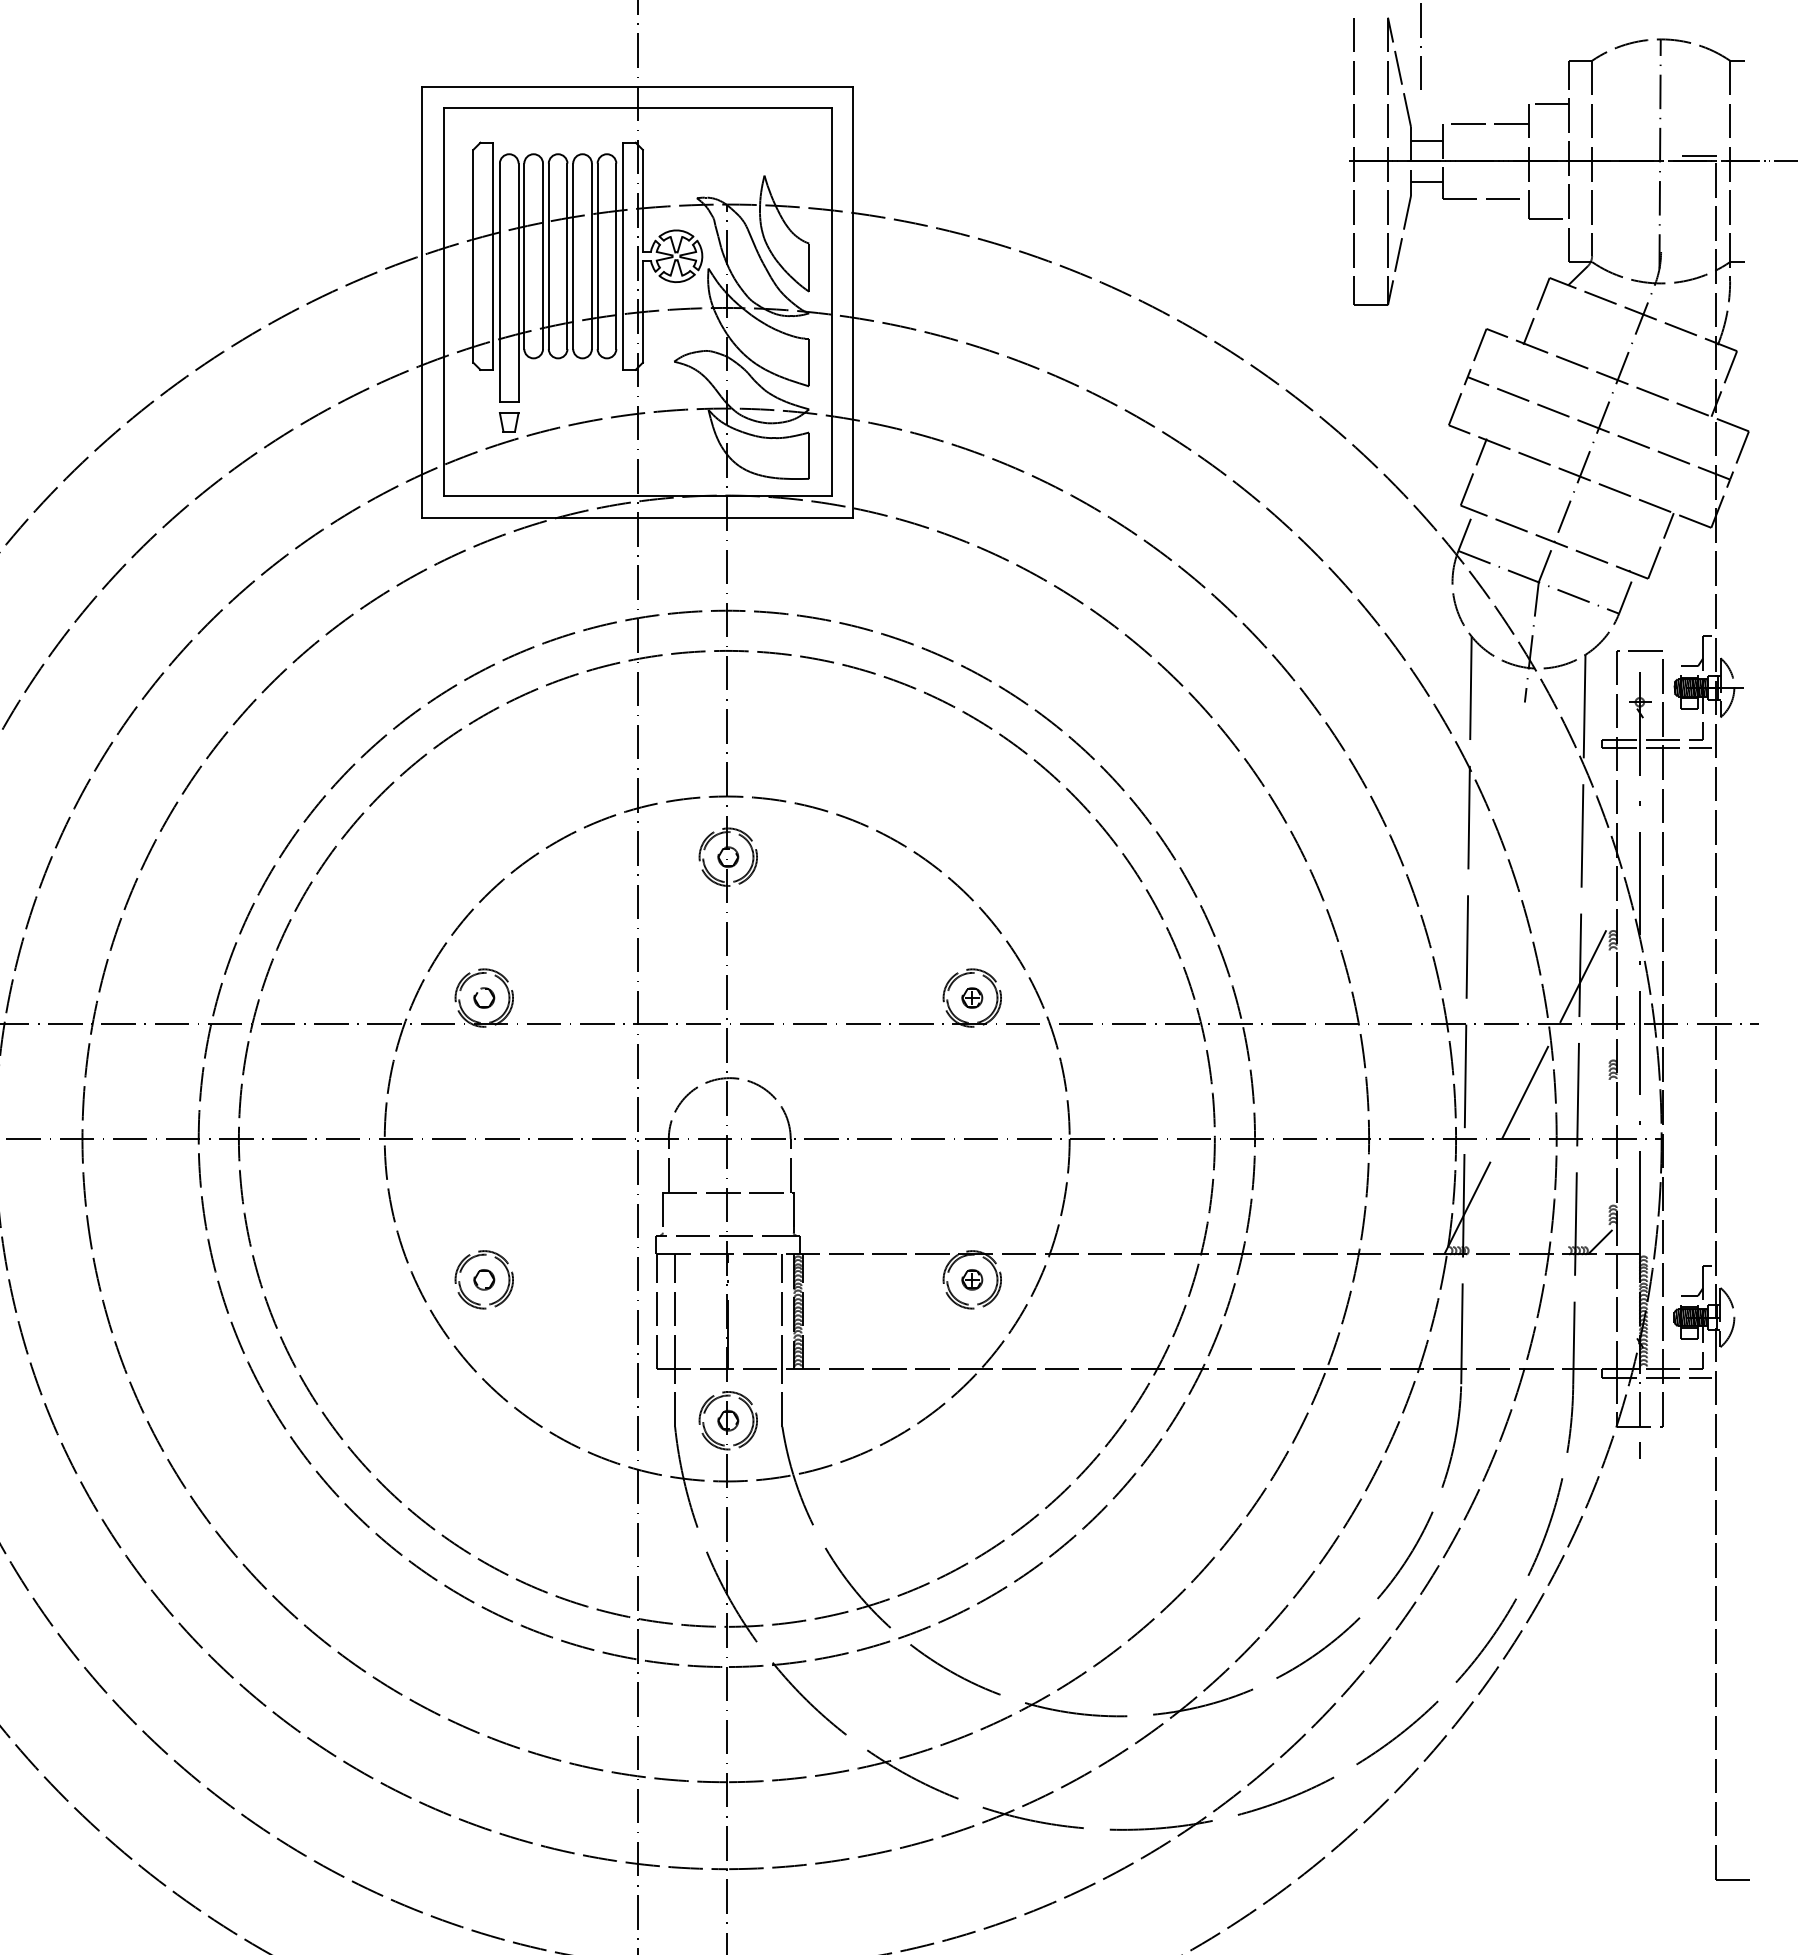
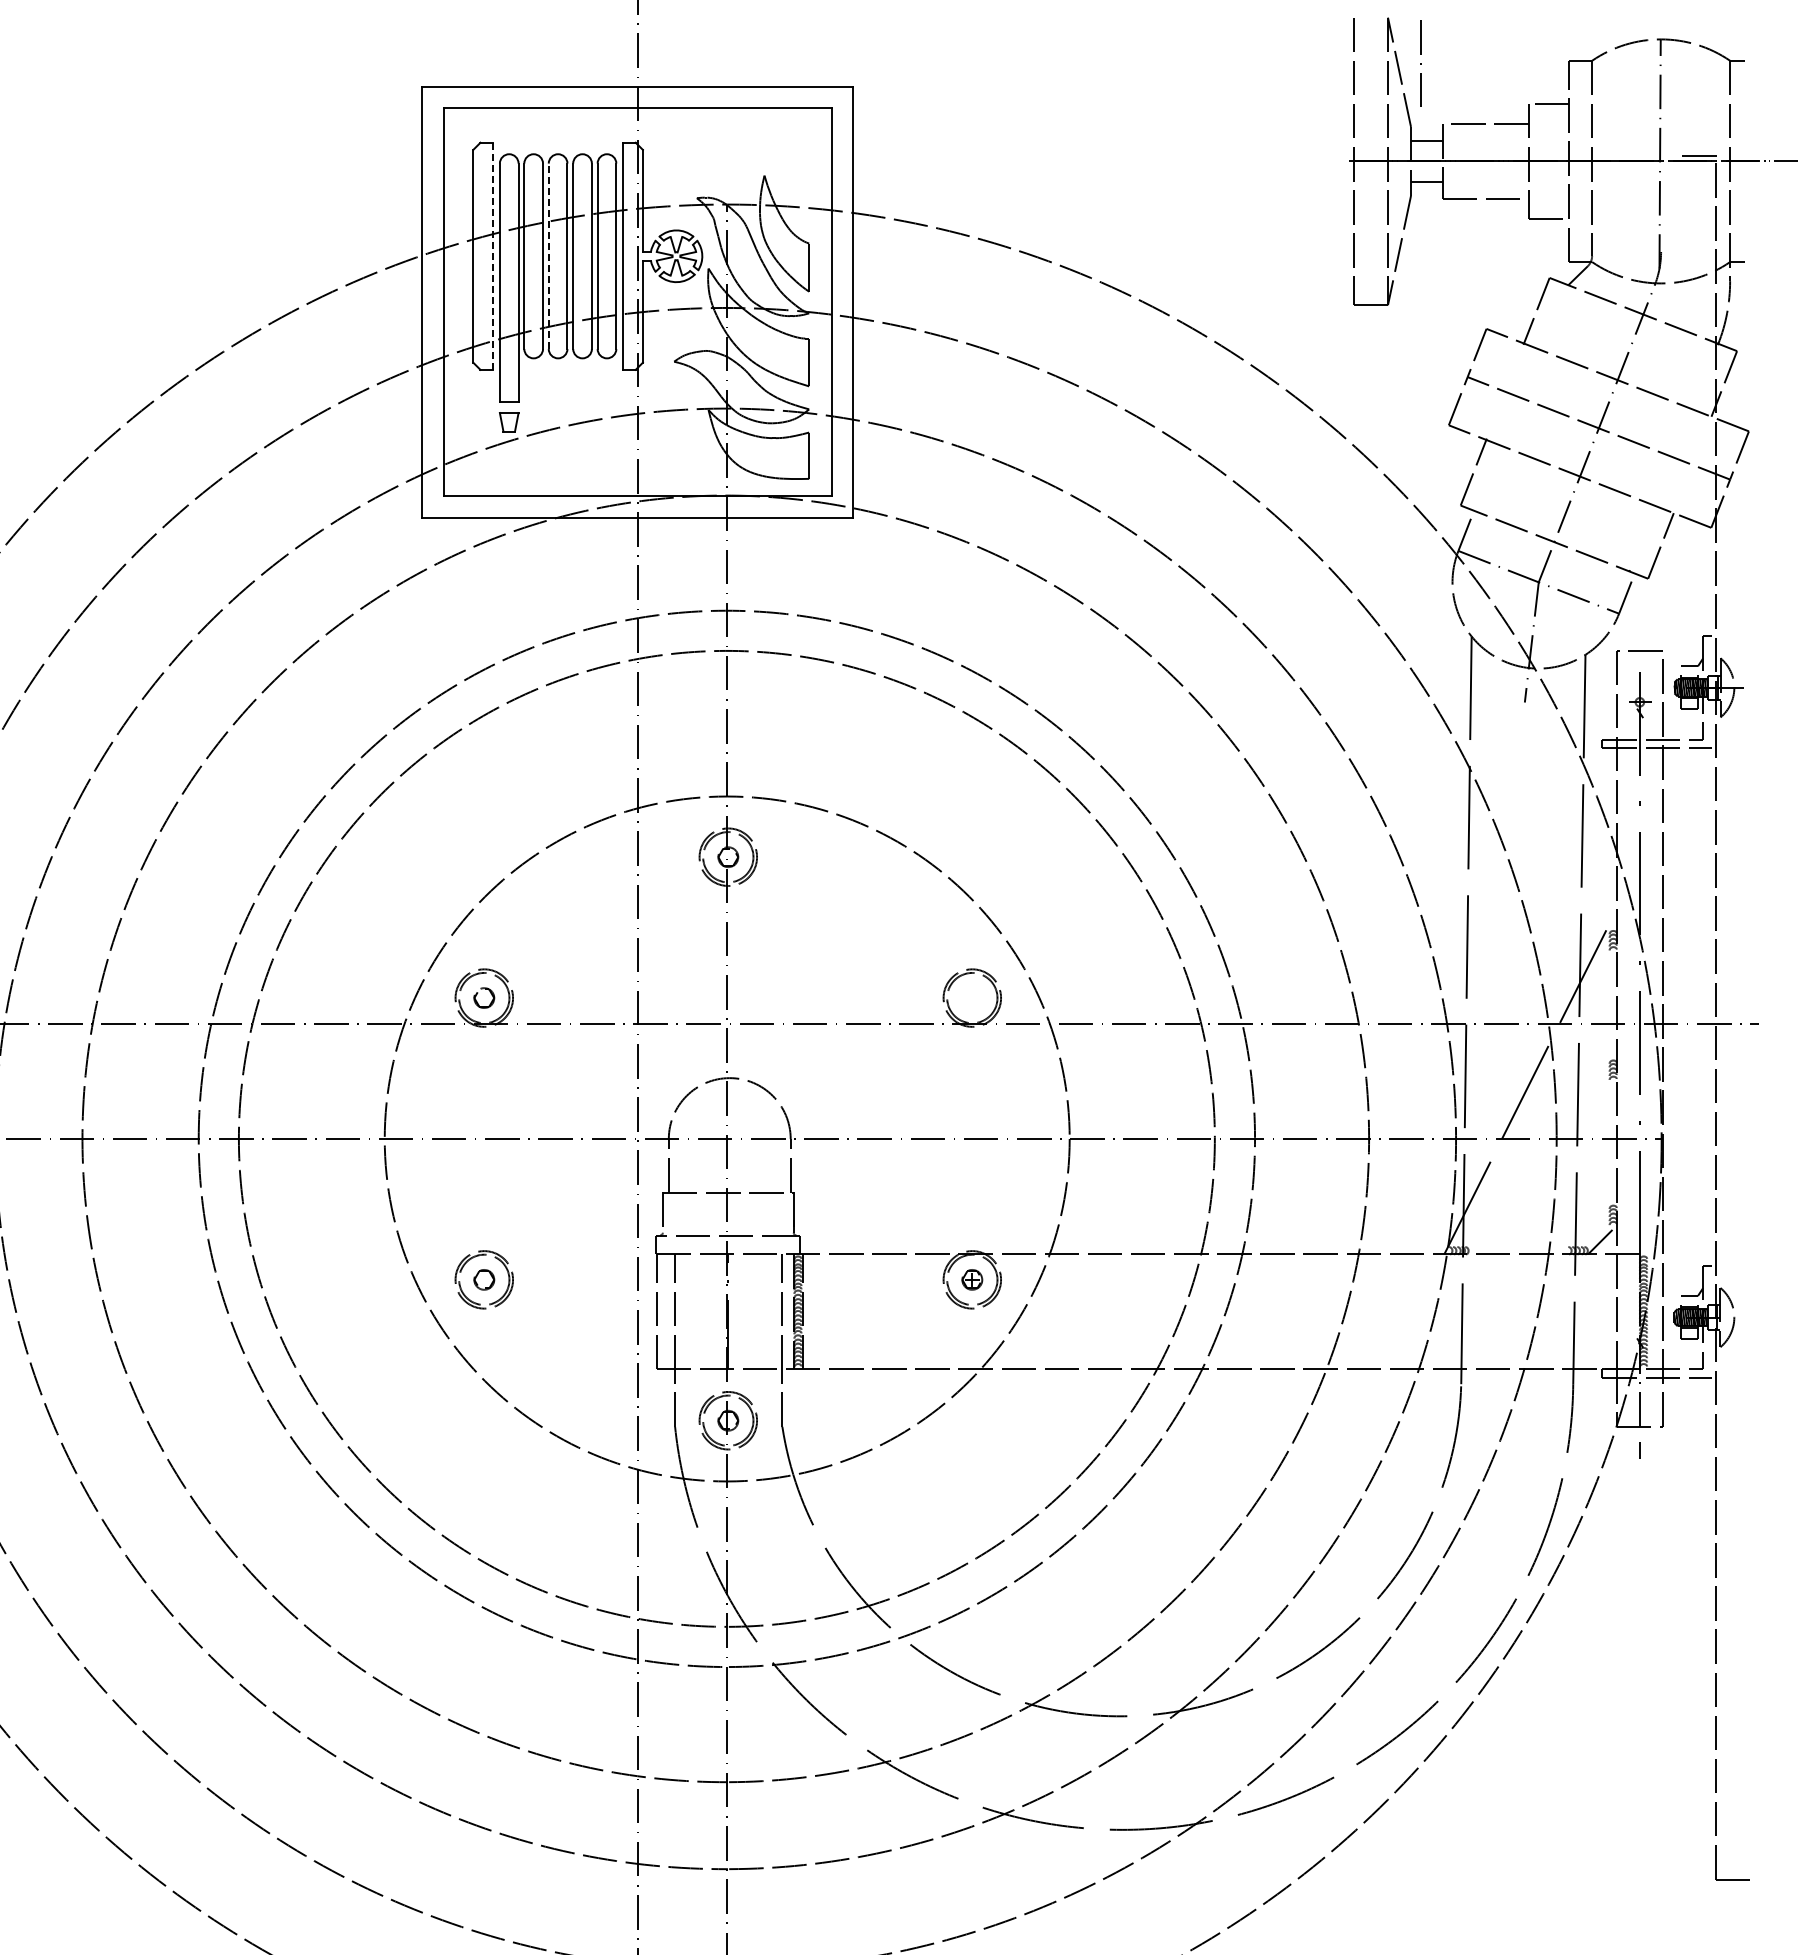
line at (1420, 46) position: (1420, 46) -> (1420, 63)
line at (493, 256): solid -> dashed
line at (548, 256): solid -> dashed
part at (972, 997): present -> none
